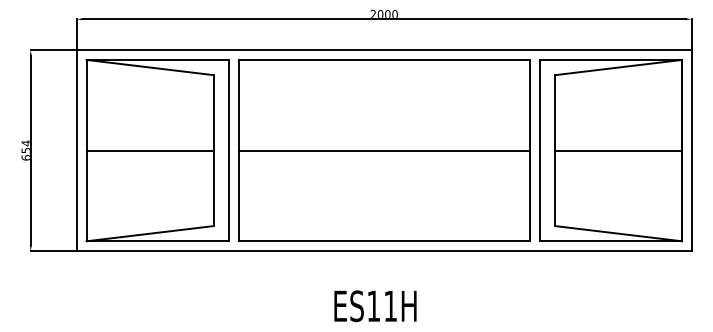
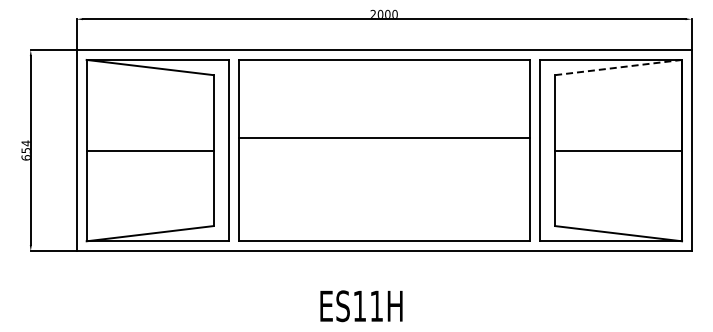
line at (618, 67): solid -> dashed
line at (383, 150) position: (383, 150) -> (383, 137)
text at (375, 306) position: (375, 306) -> (361, 306)
